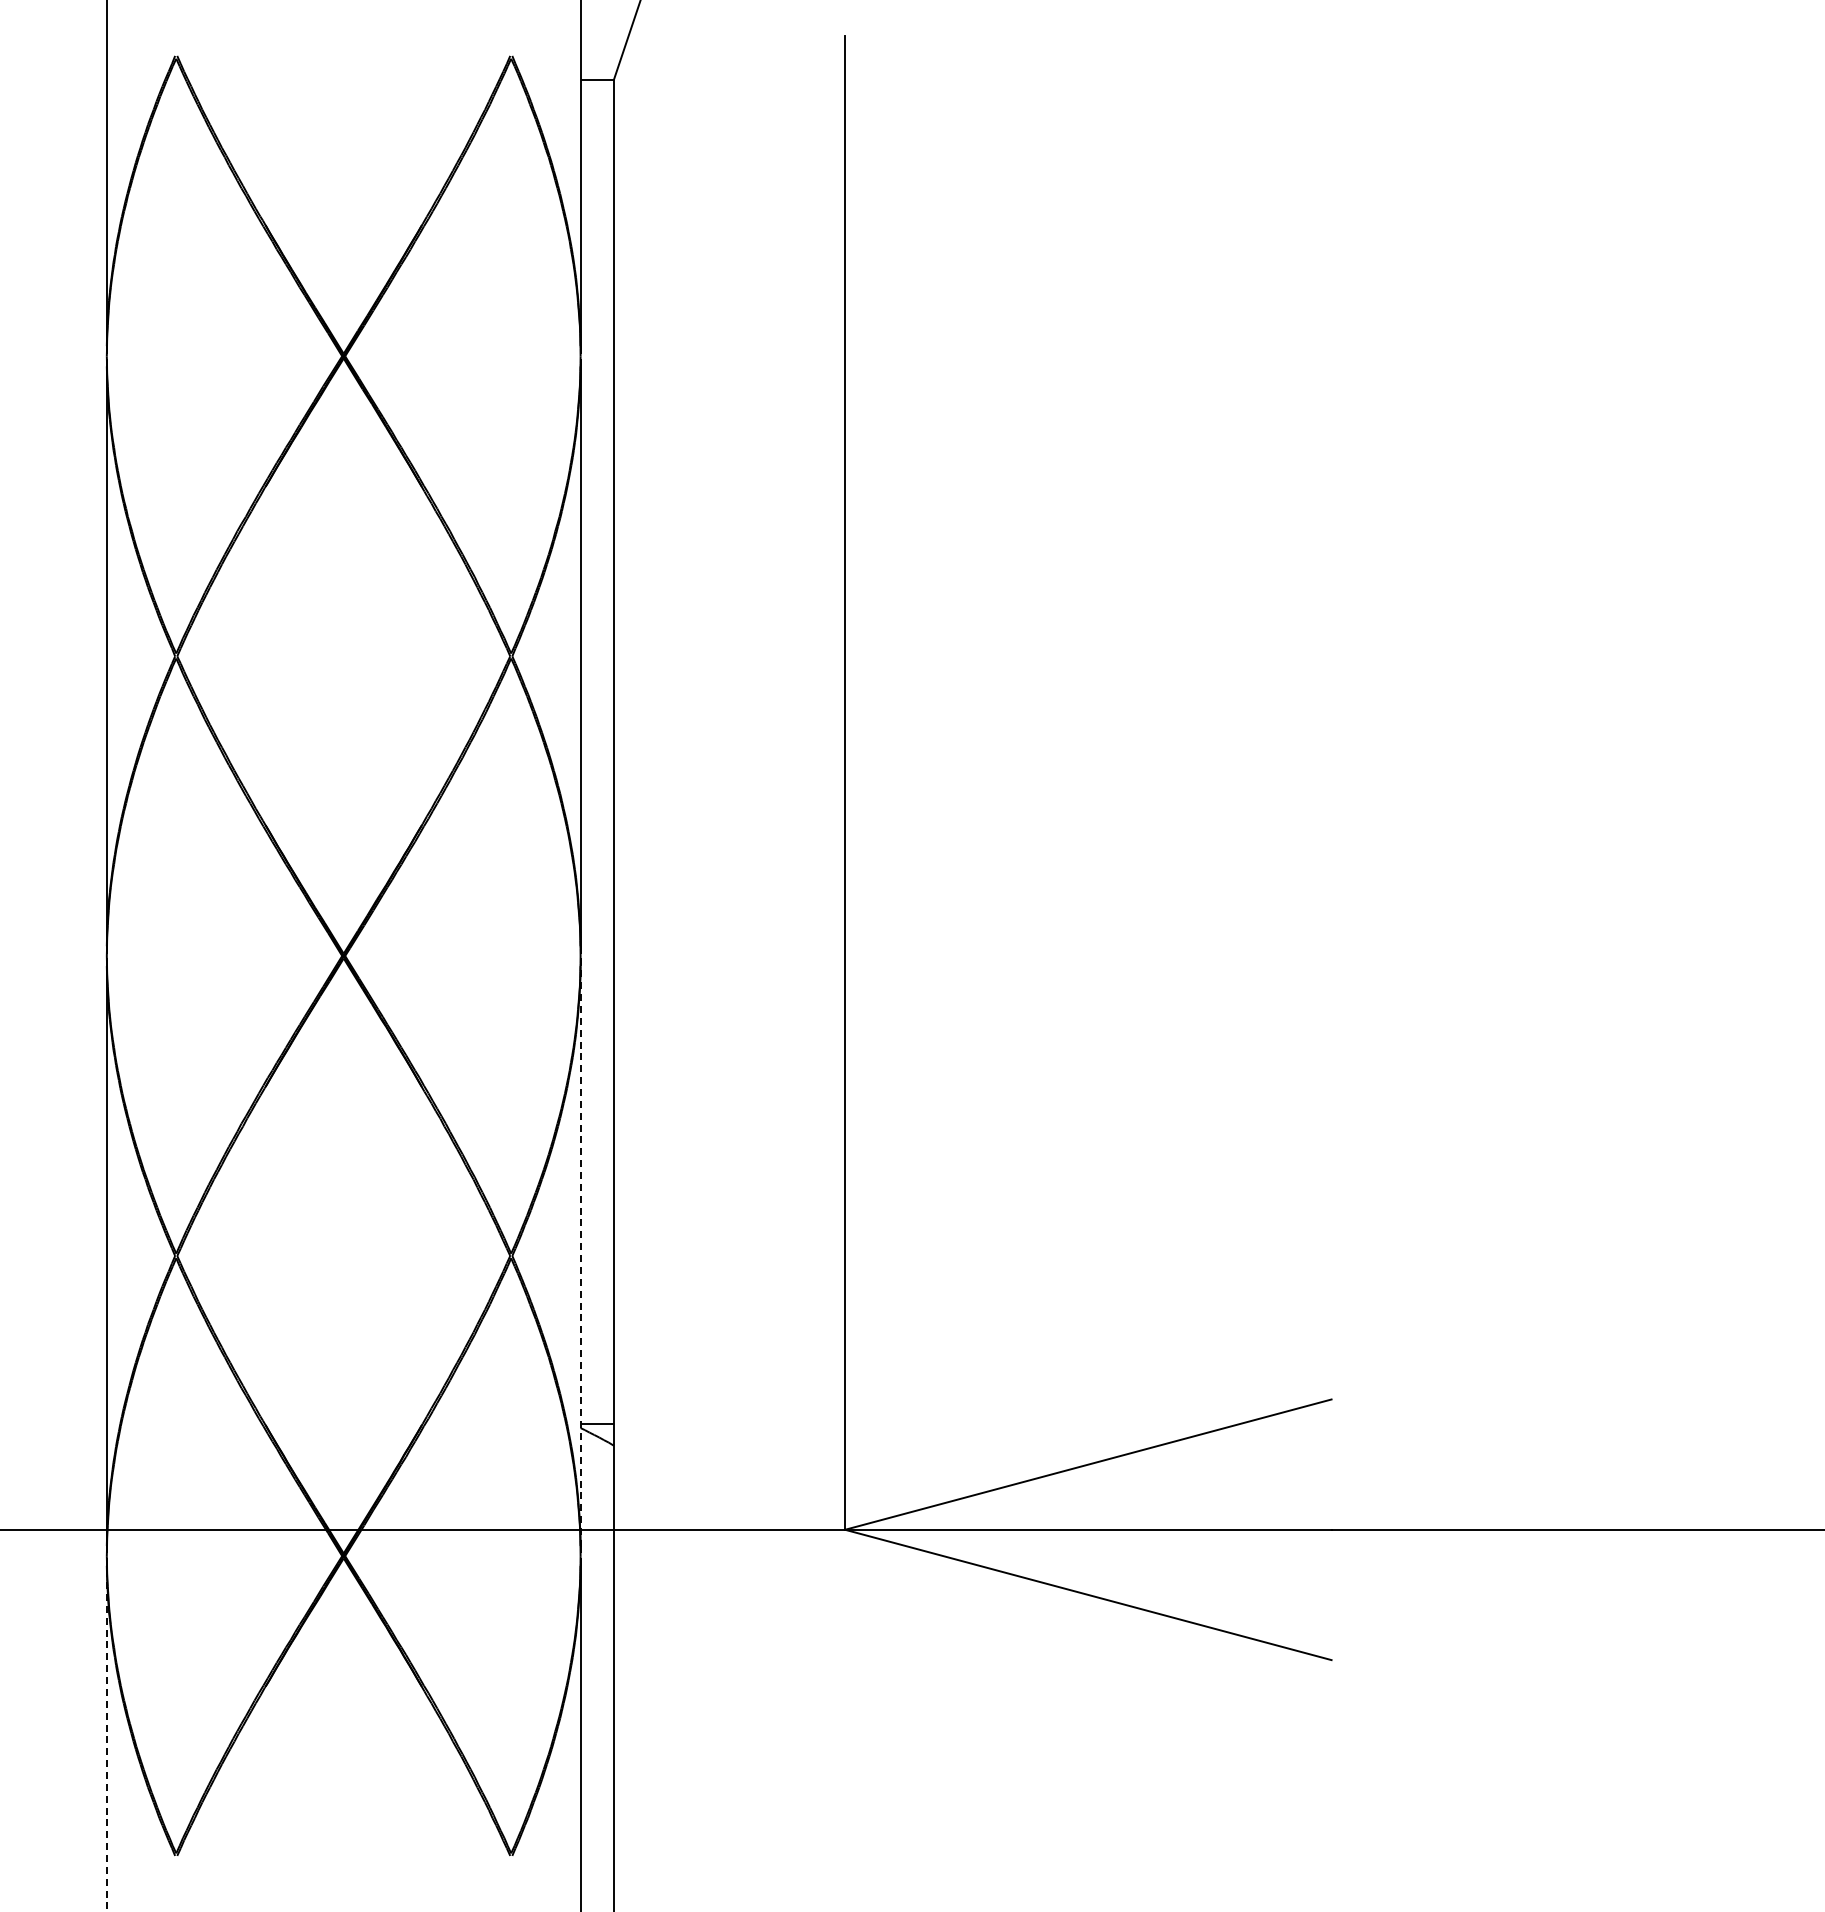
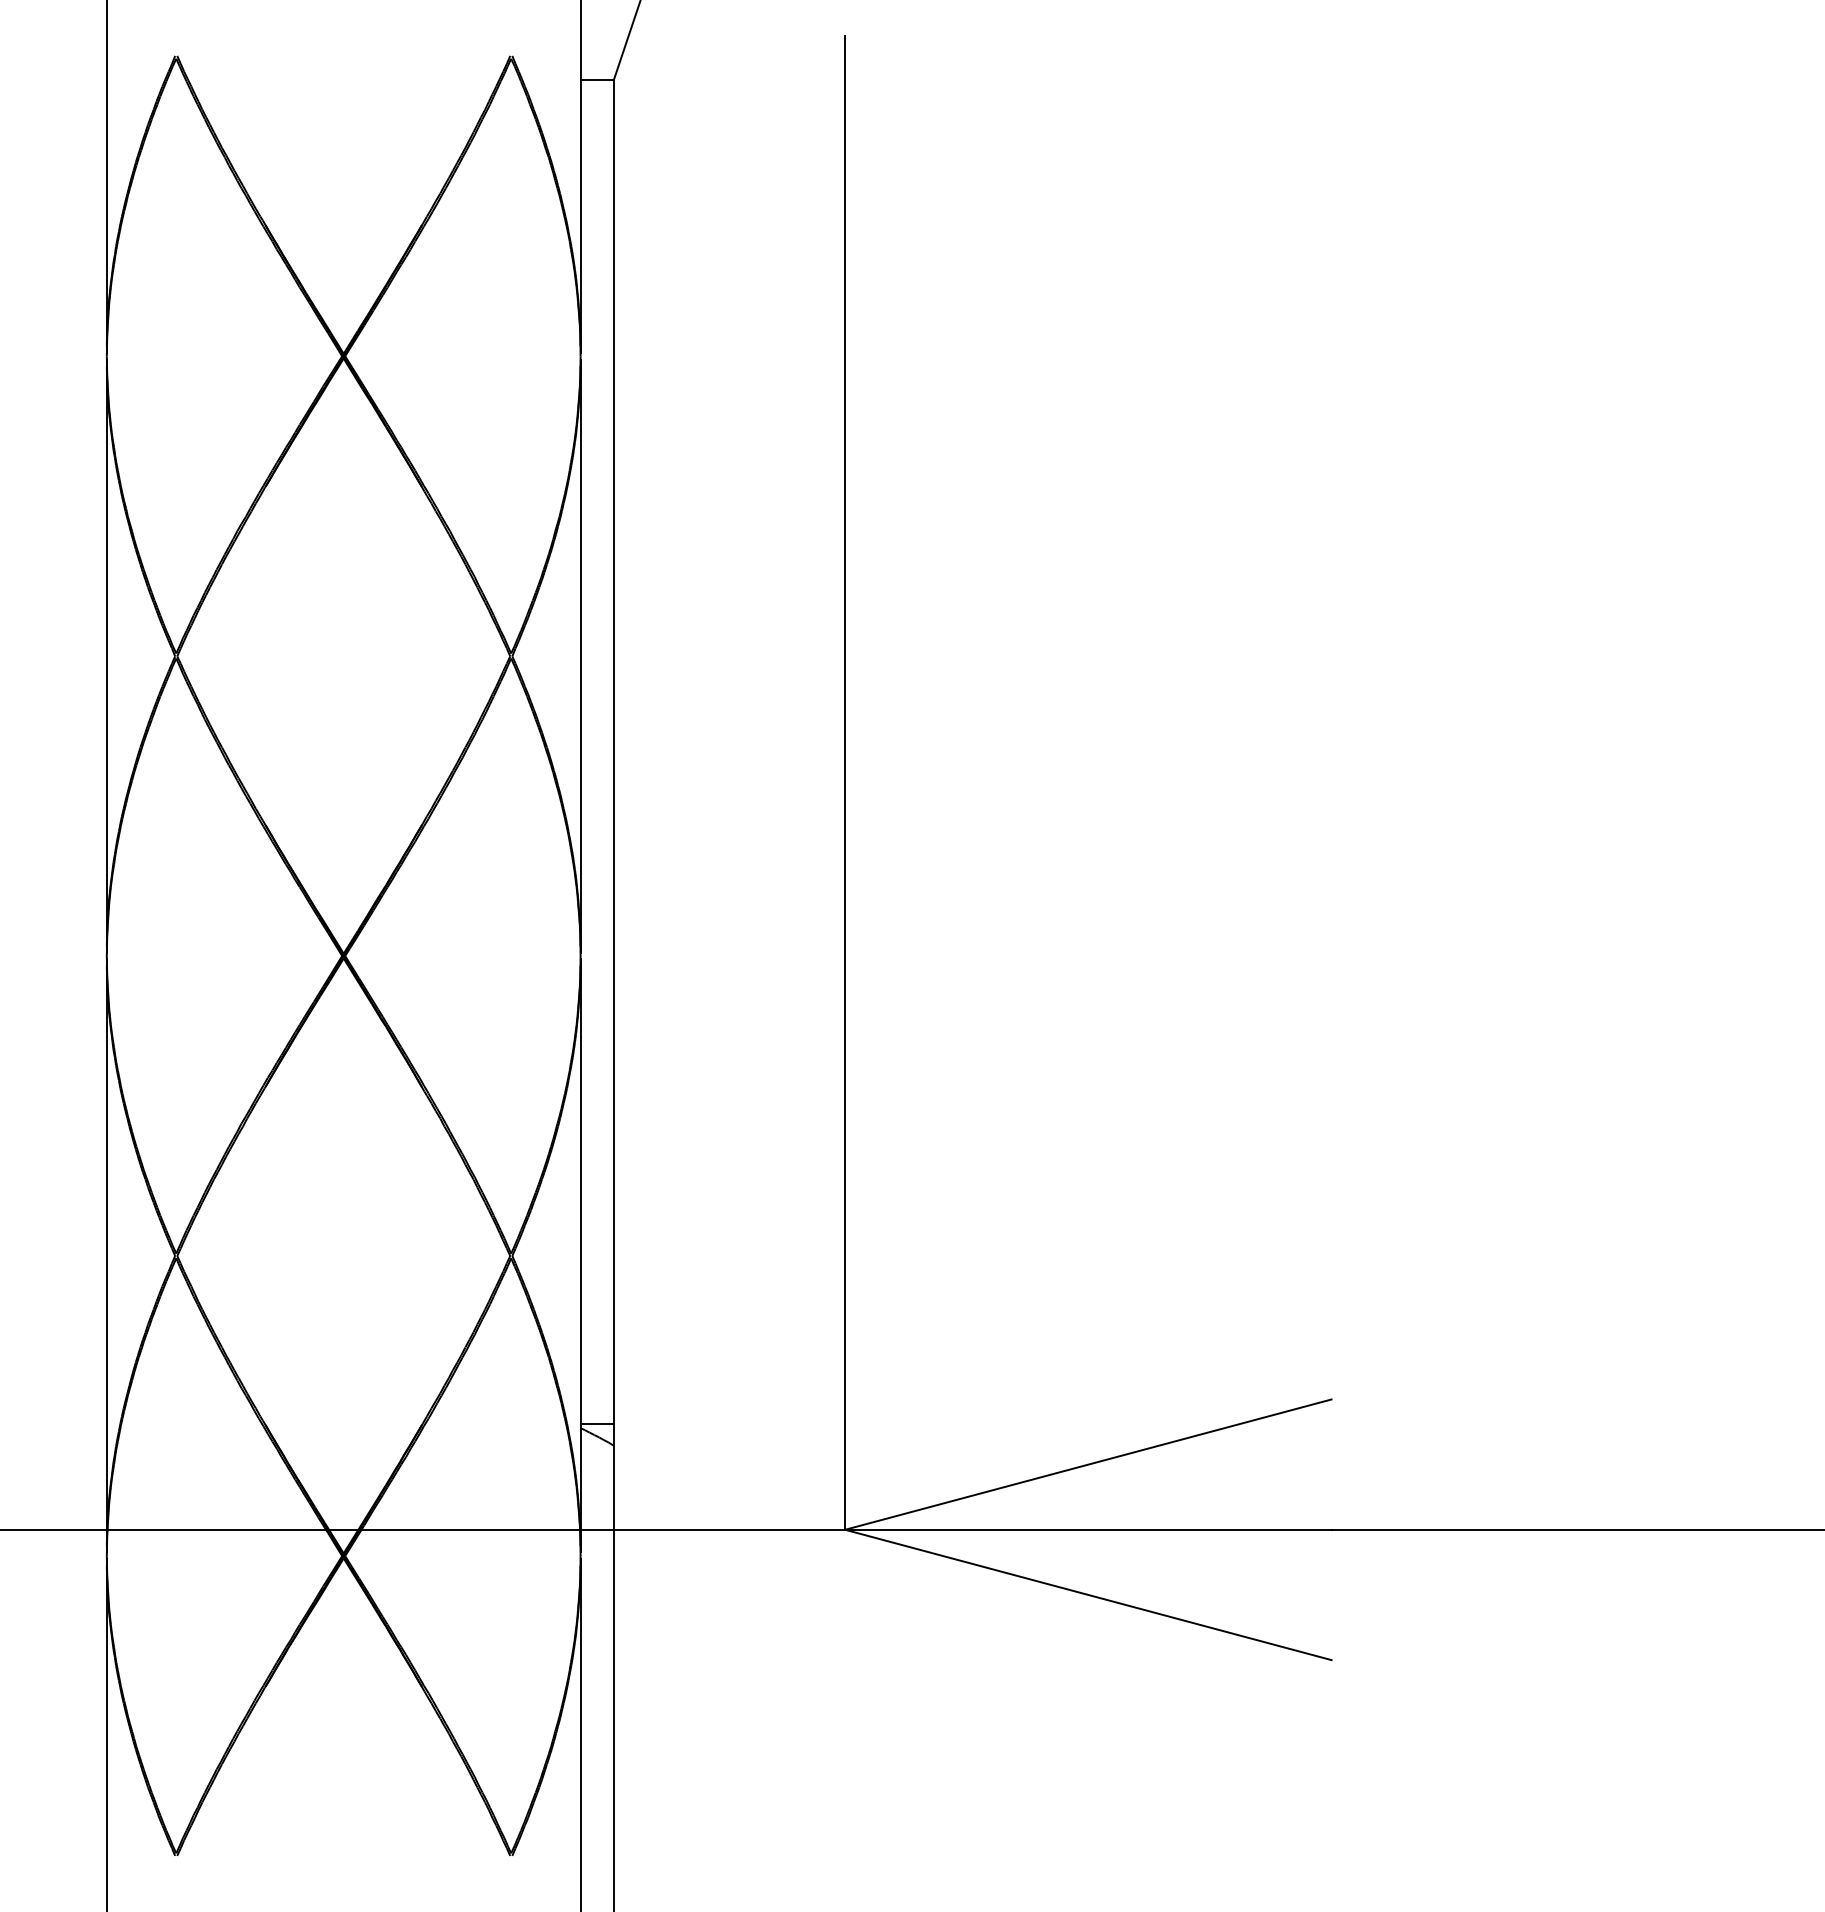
line at (580, 1256): dashed -> solid
line at (106, 1735): dashed -> solid
